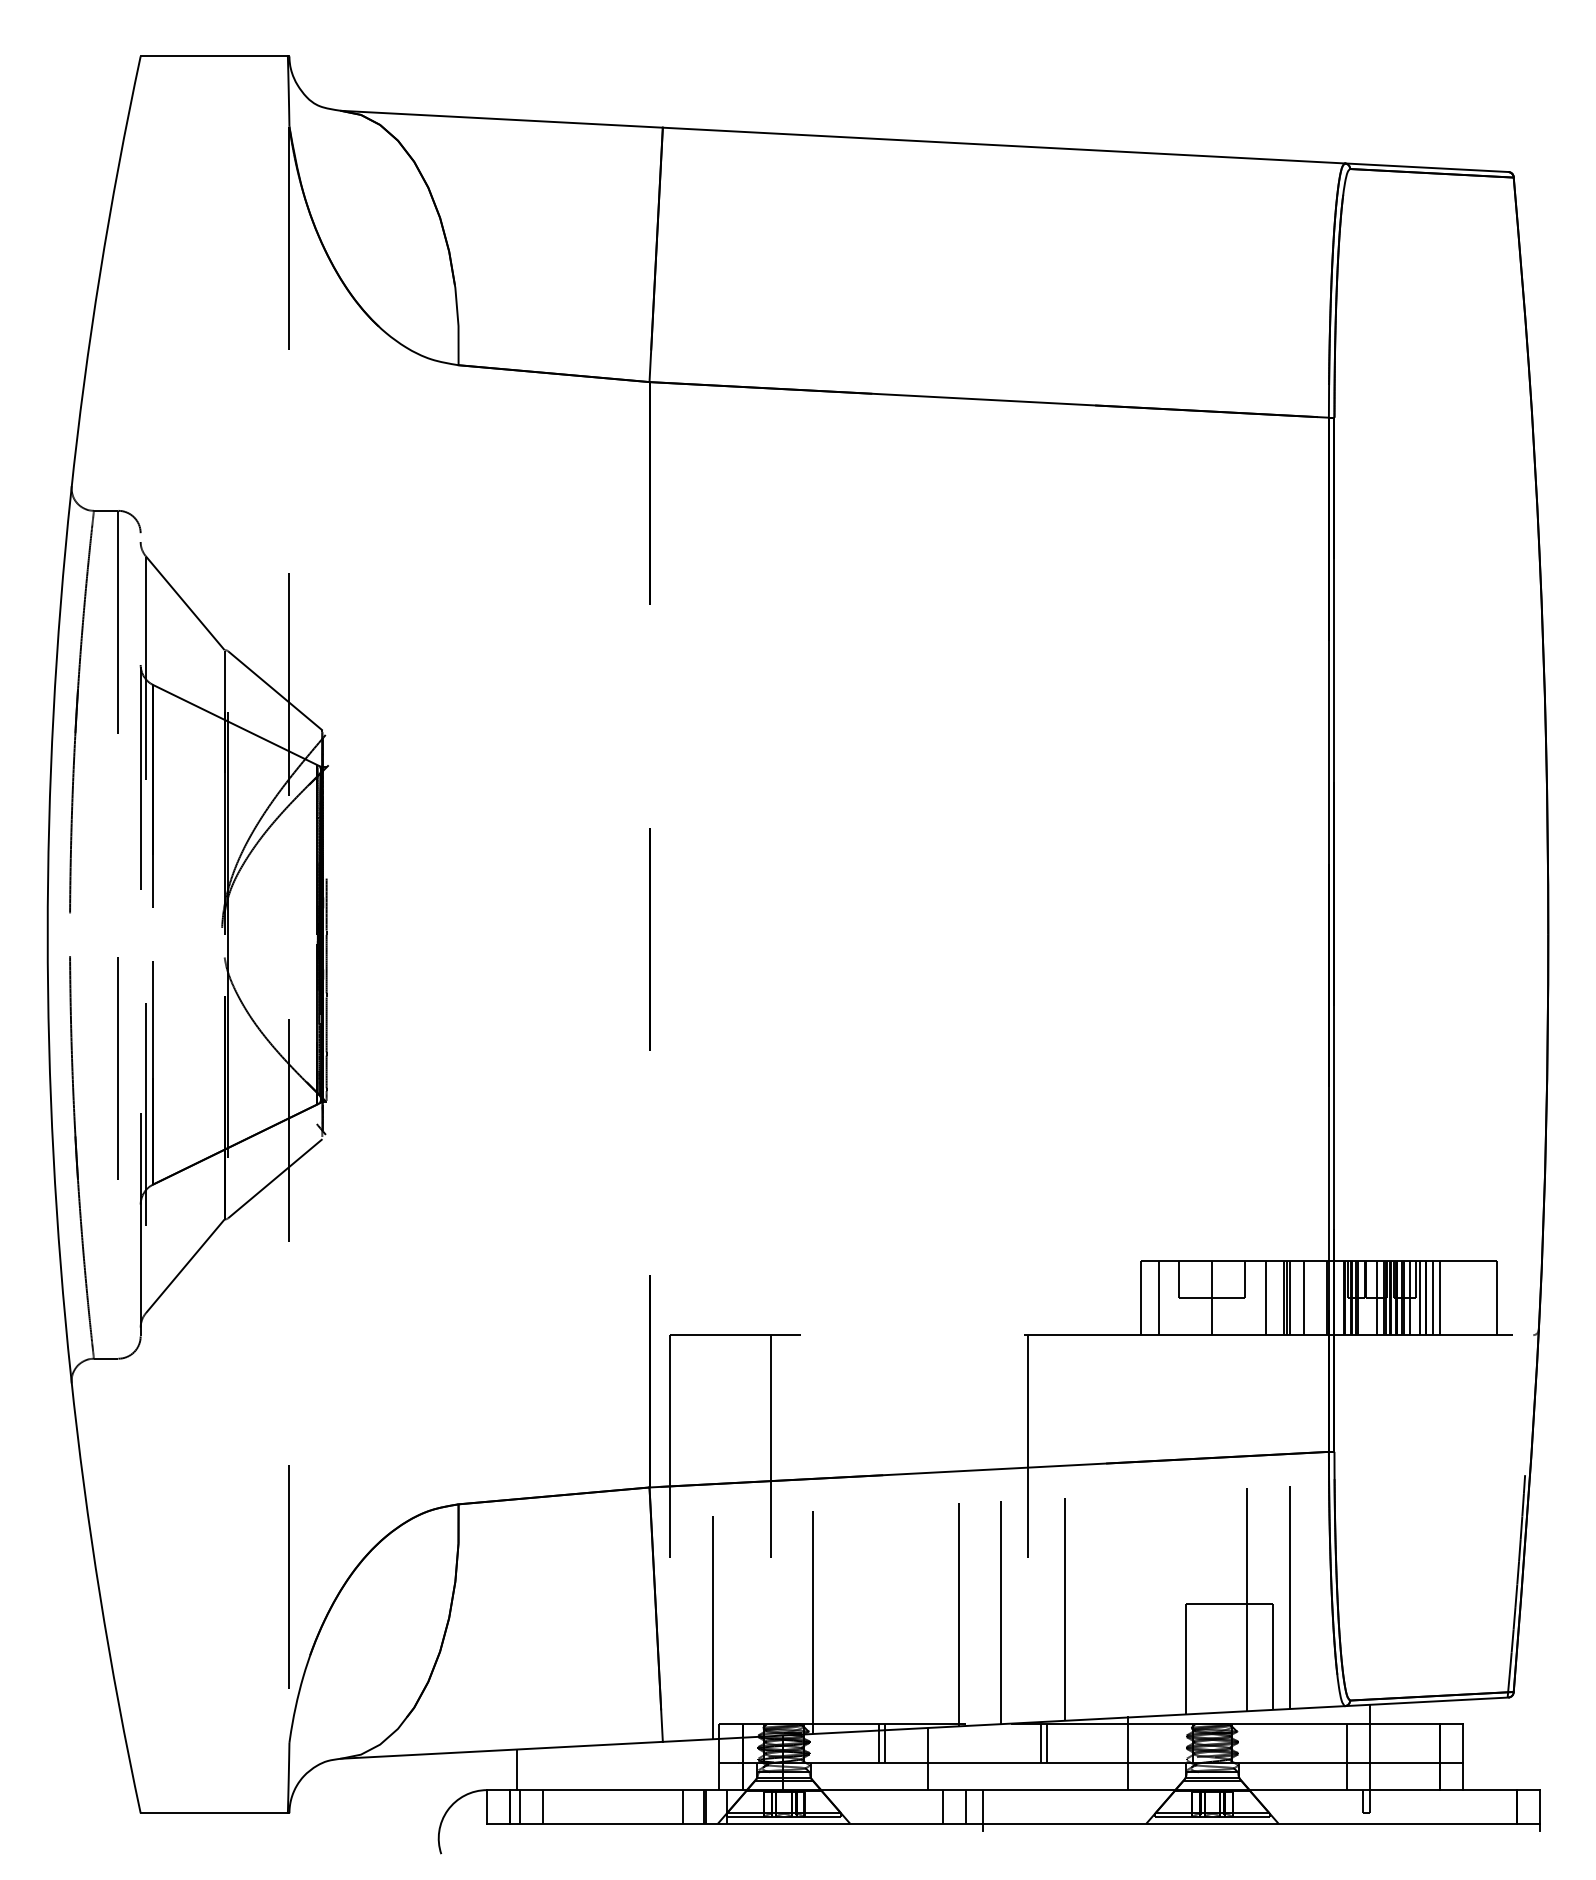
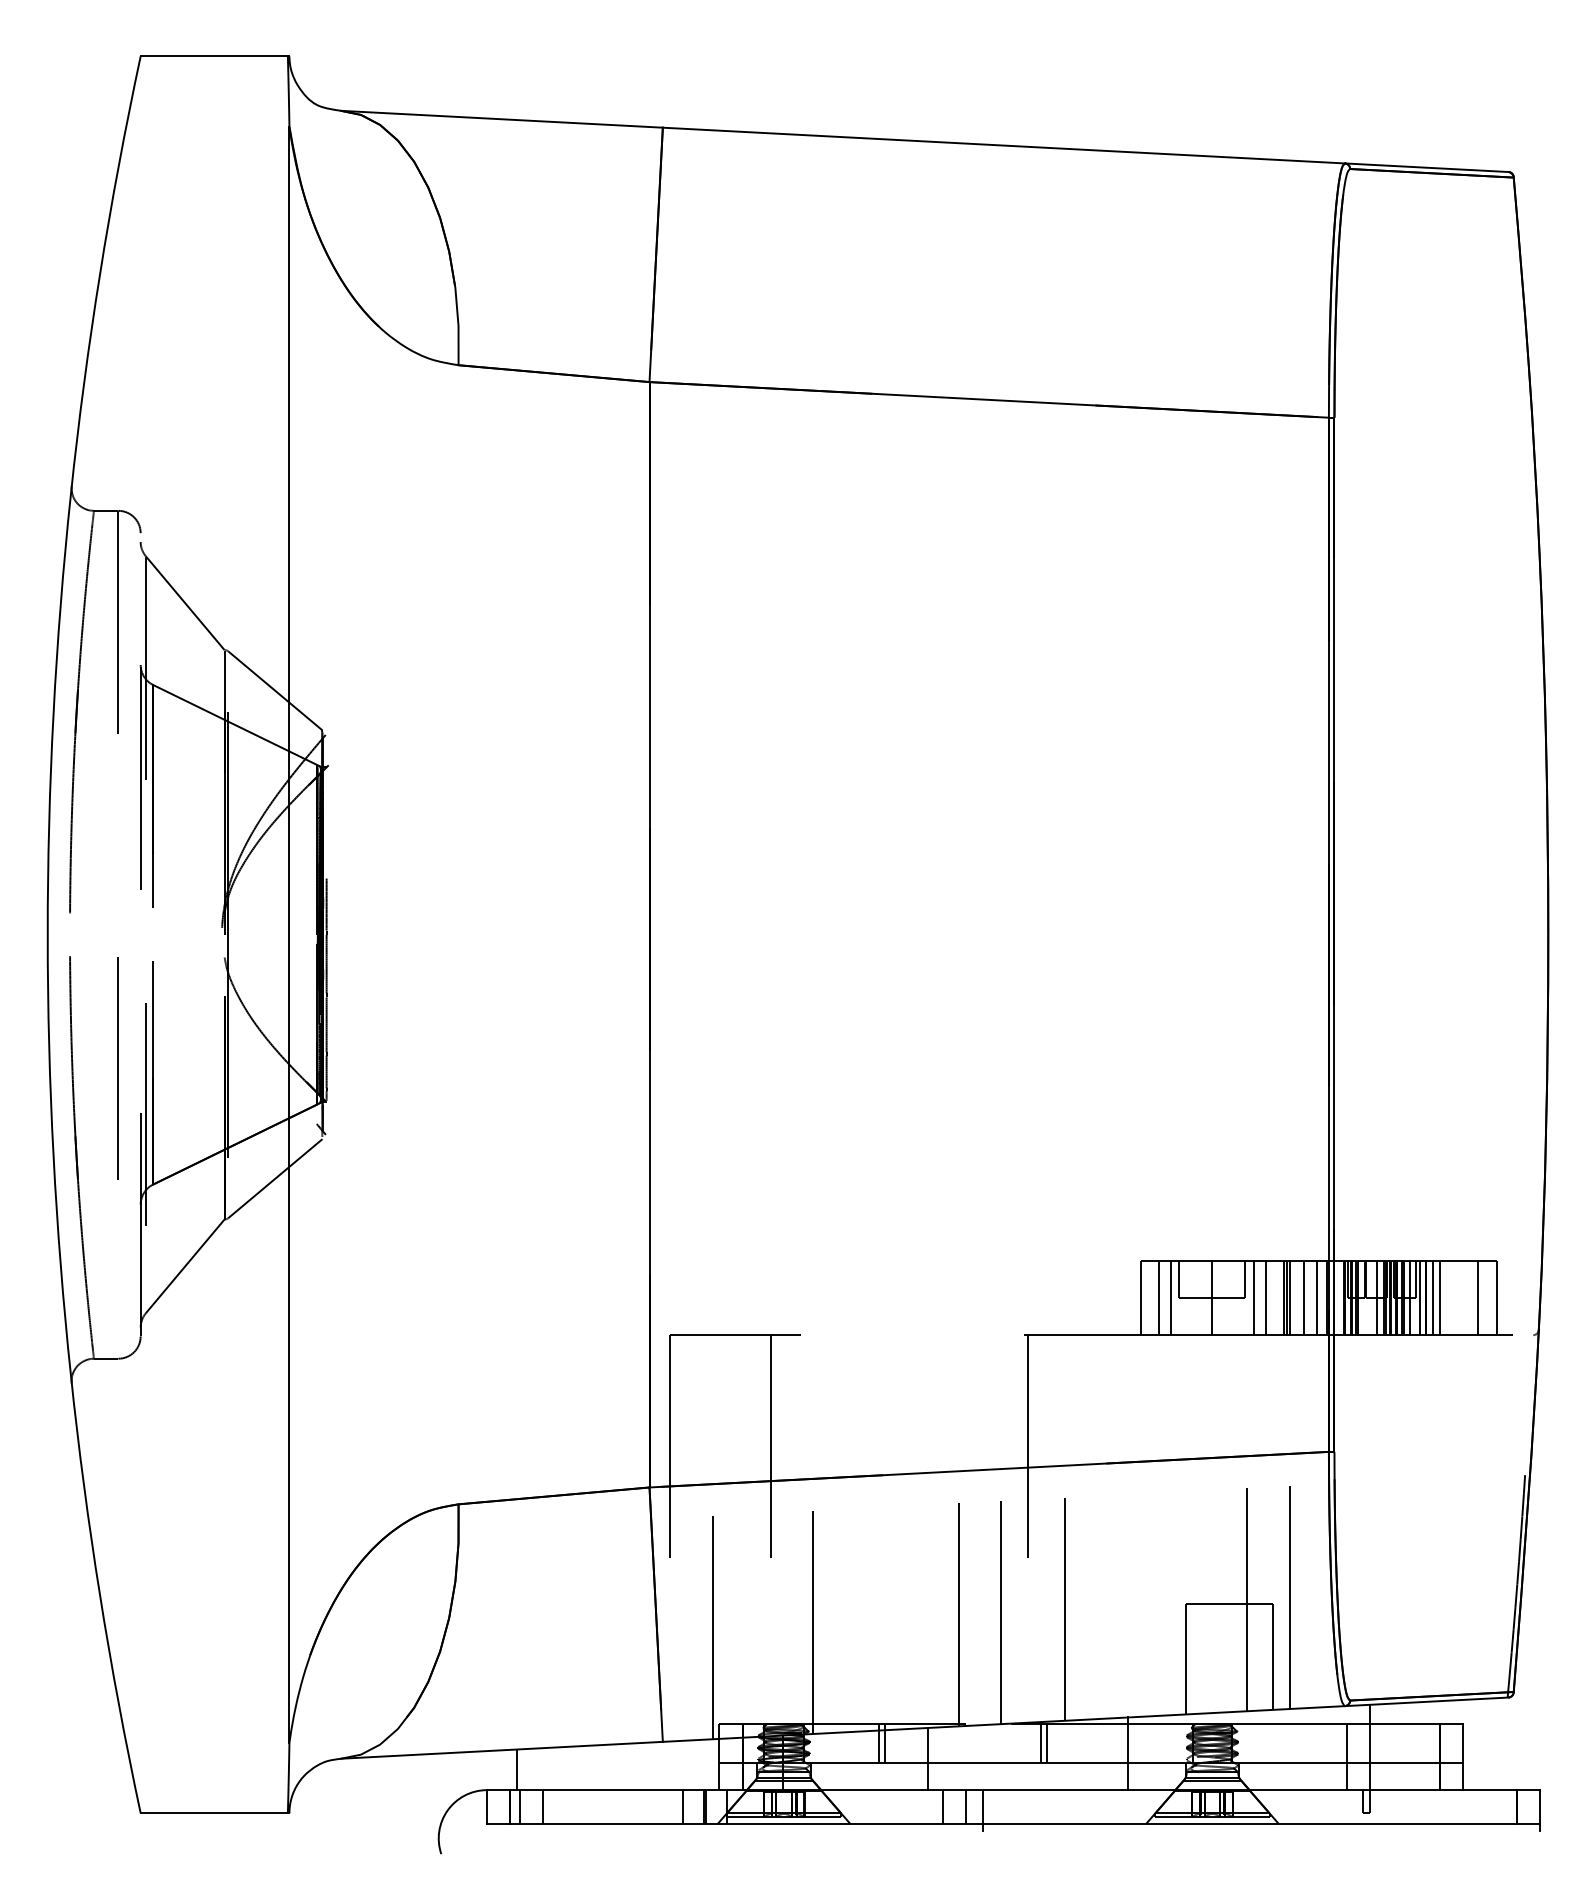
line at (649, 934): dashed -> solid
line at (289, 935): dashed -> solid
line at (1170, 1297): none -> present
line at (1253, 1297): none -> present
line at (1317, 1297): none -> present
line at (1477, 1297): none -> present
